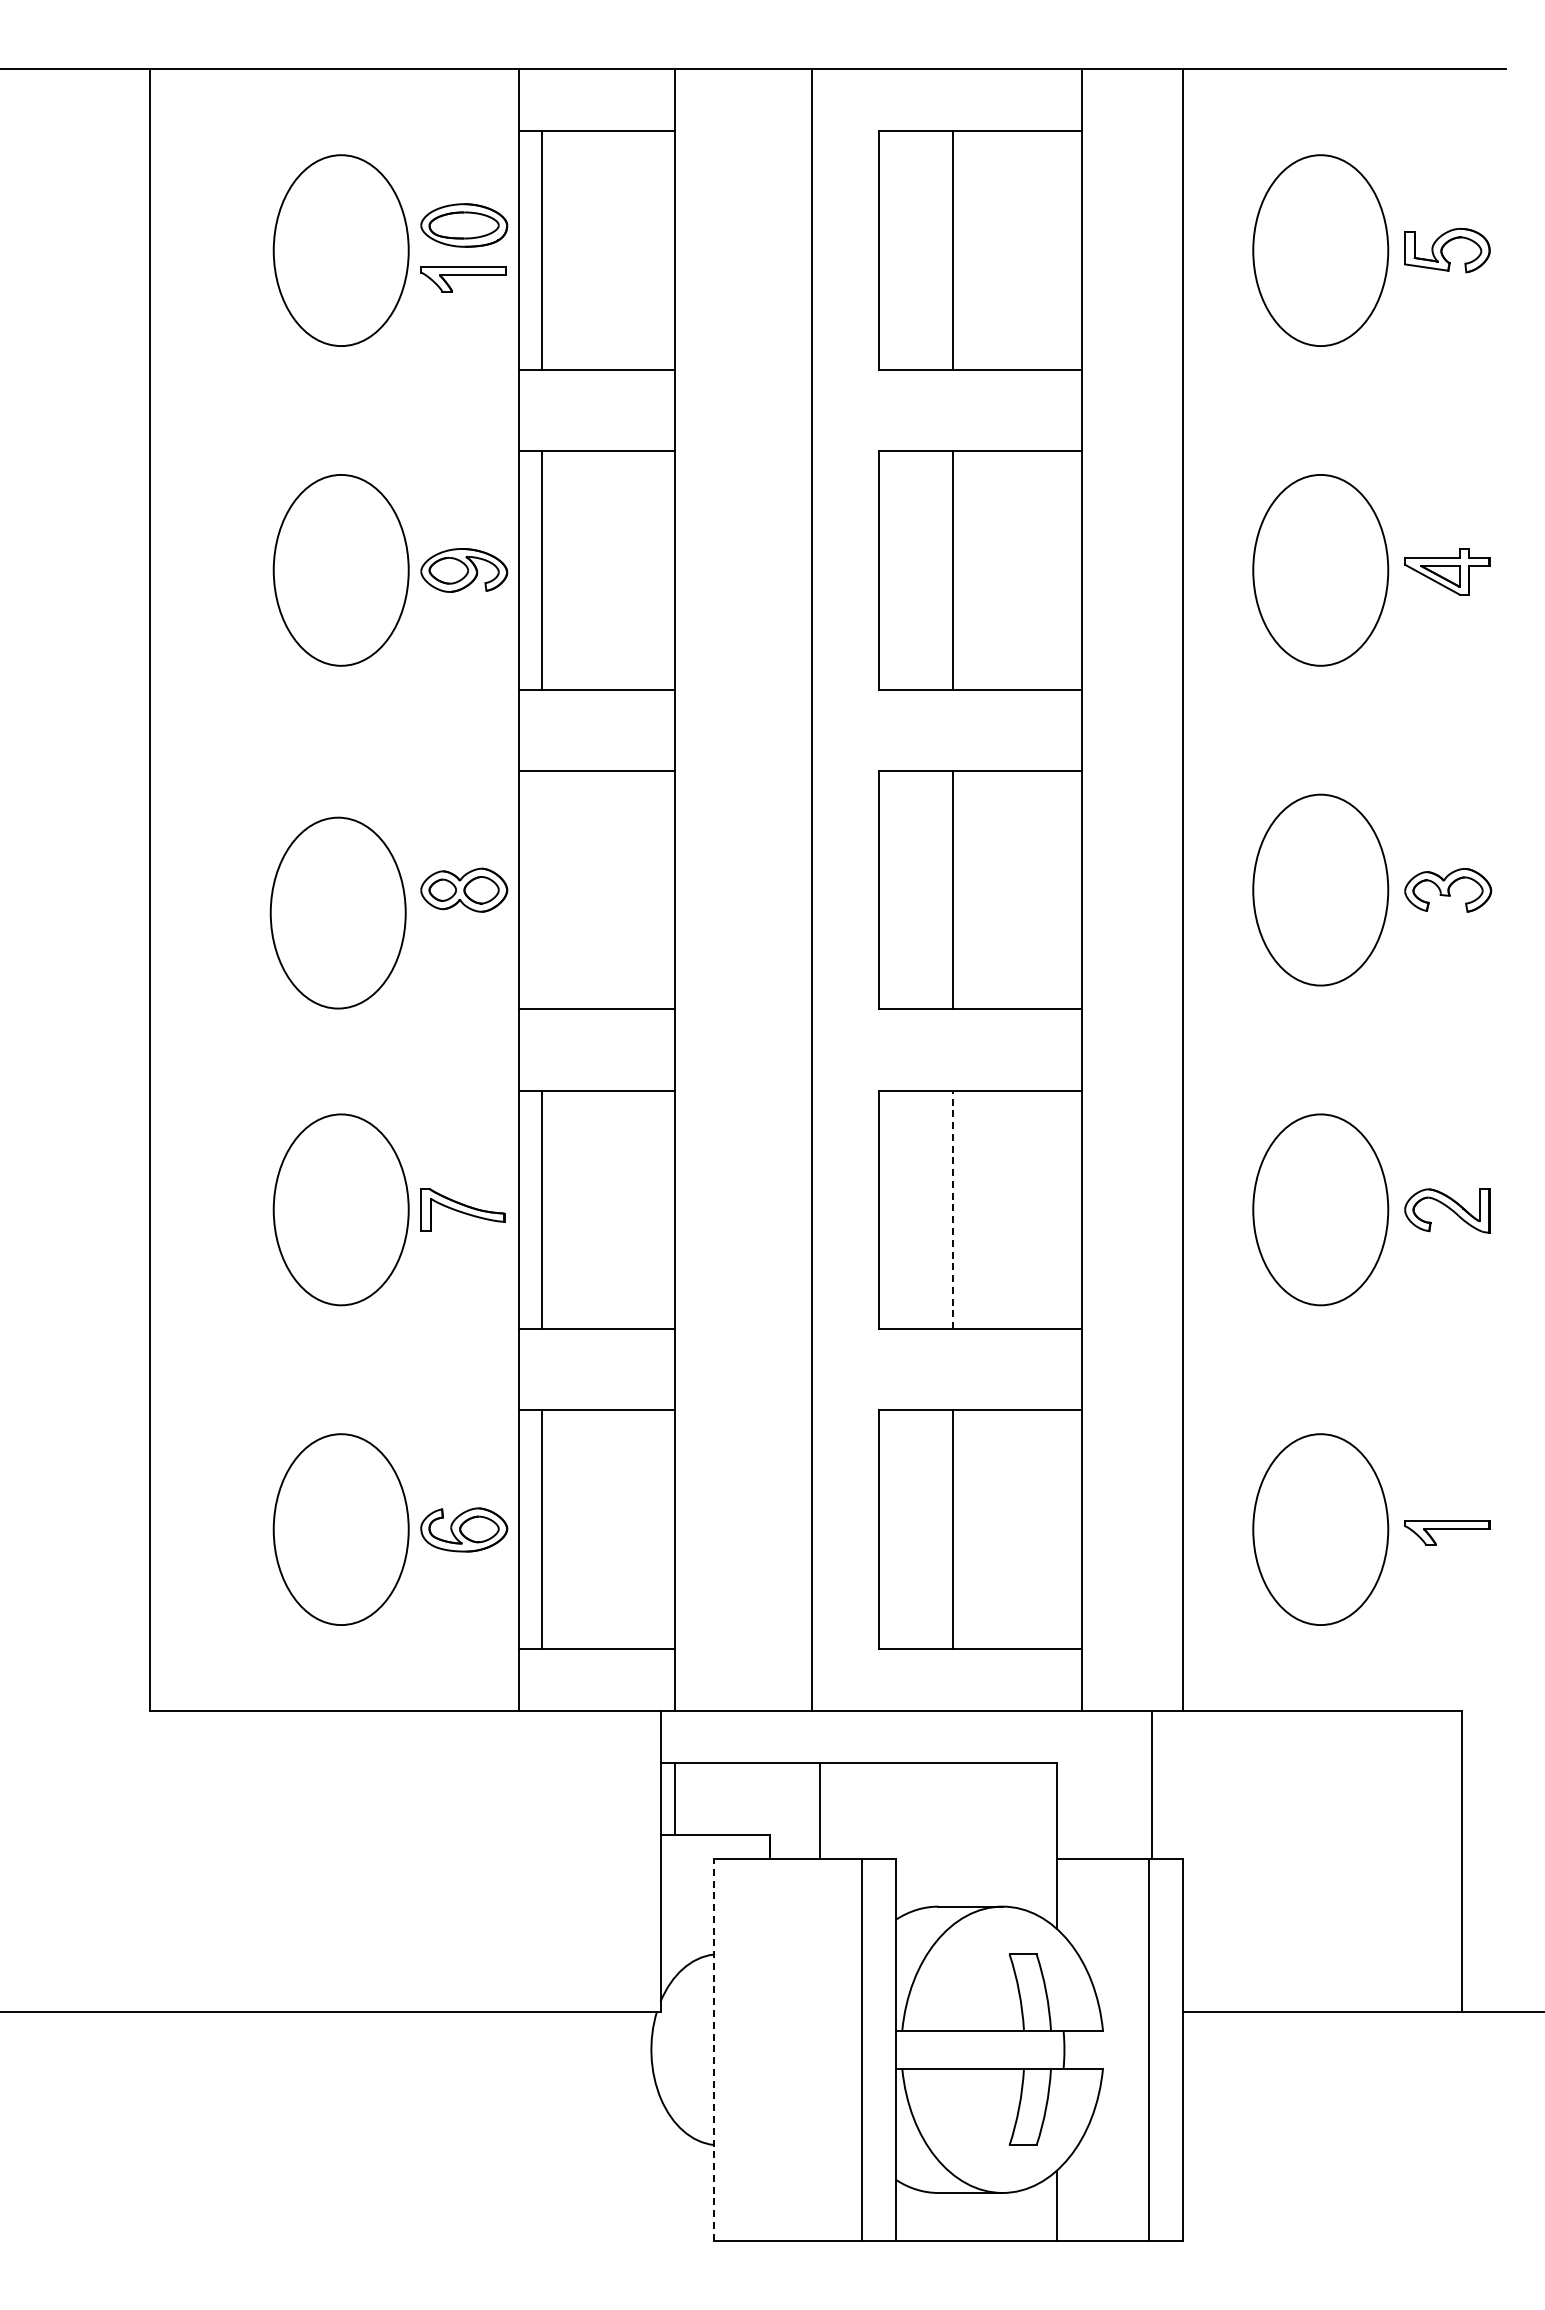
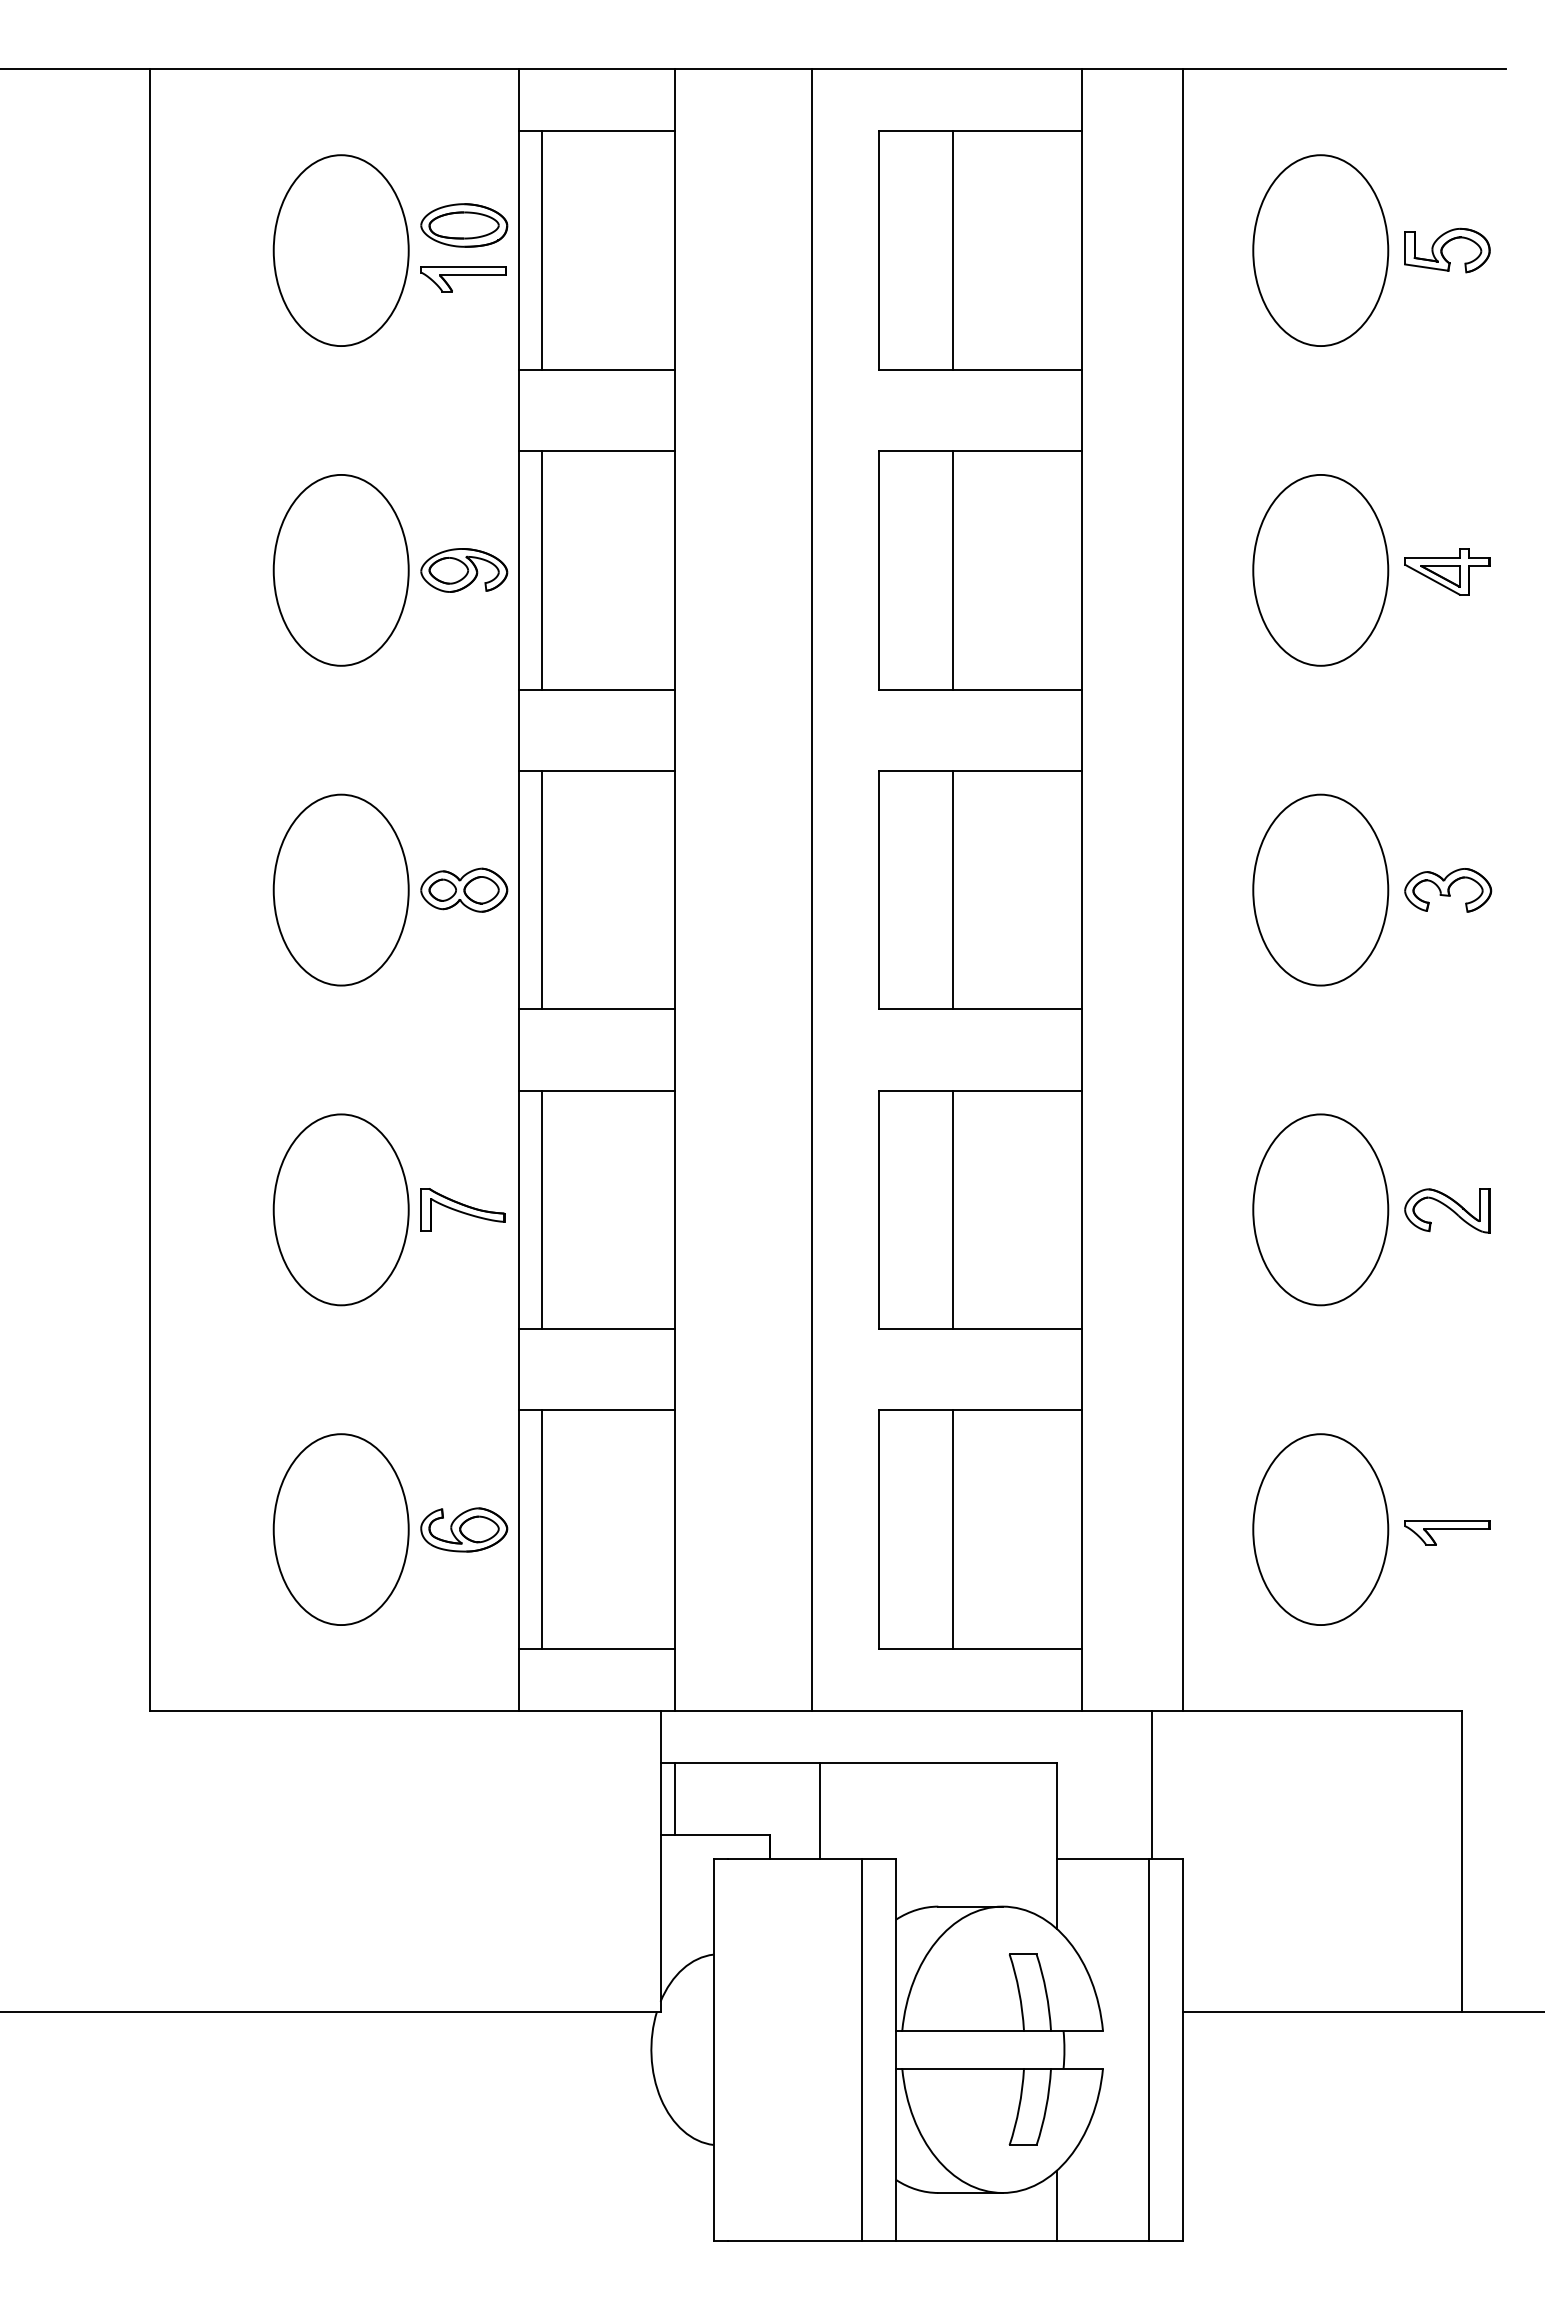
line at (542, 889): none -> present
part at (337, 912) position: (337, 912) -> (340, 889)
line at (952, 1209): dashed -> solid
line at (713, 2049): dashed -> solid
